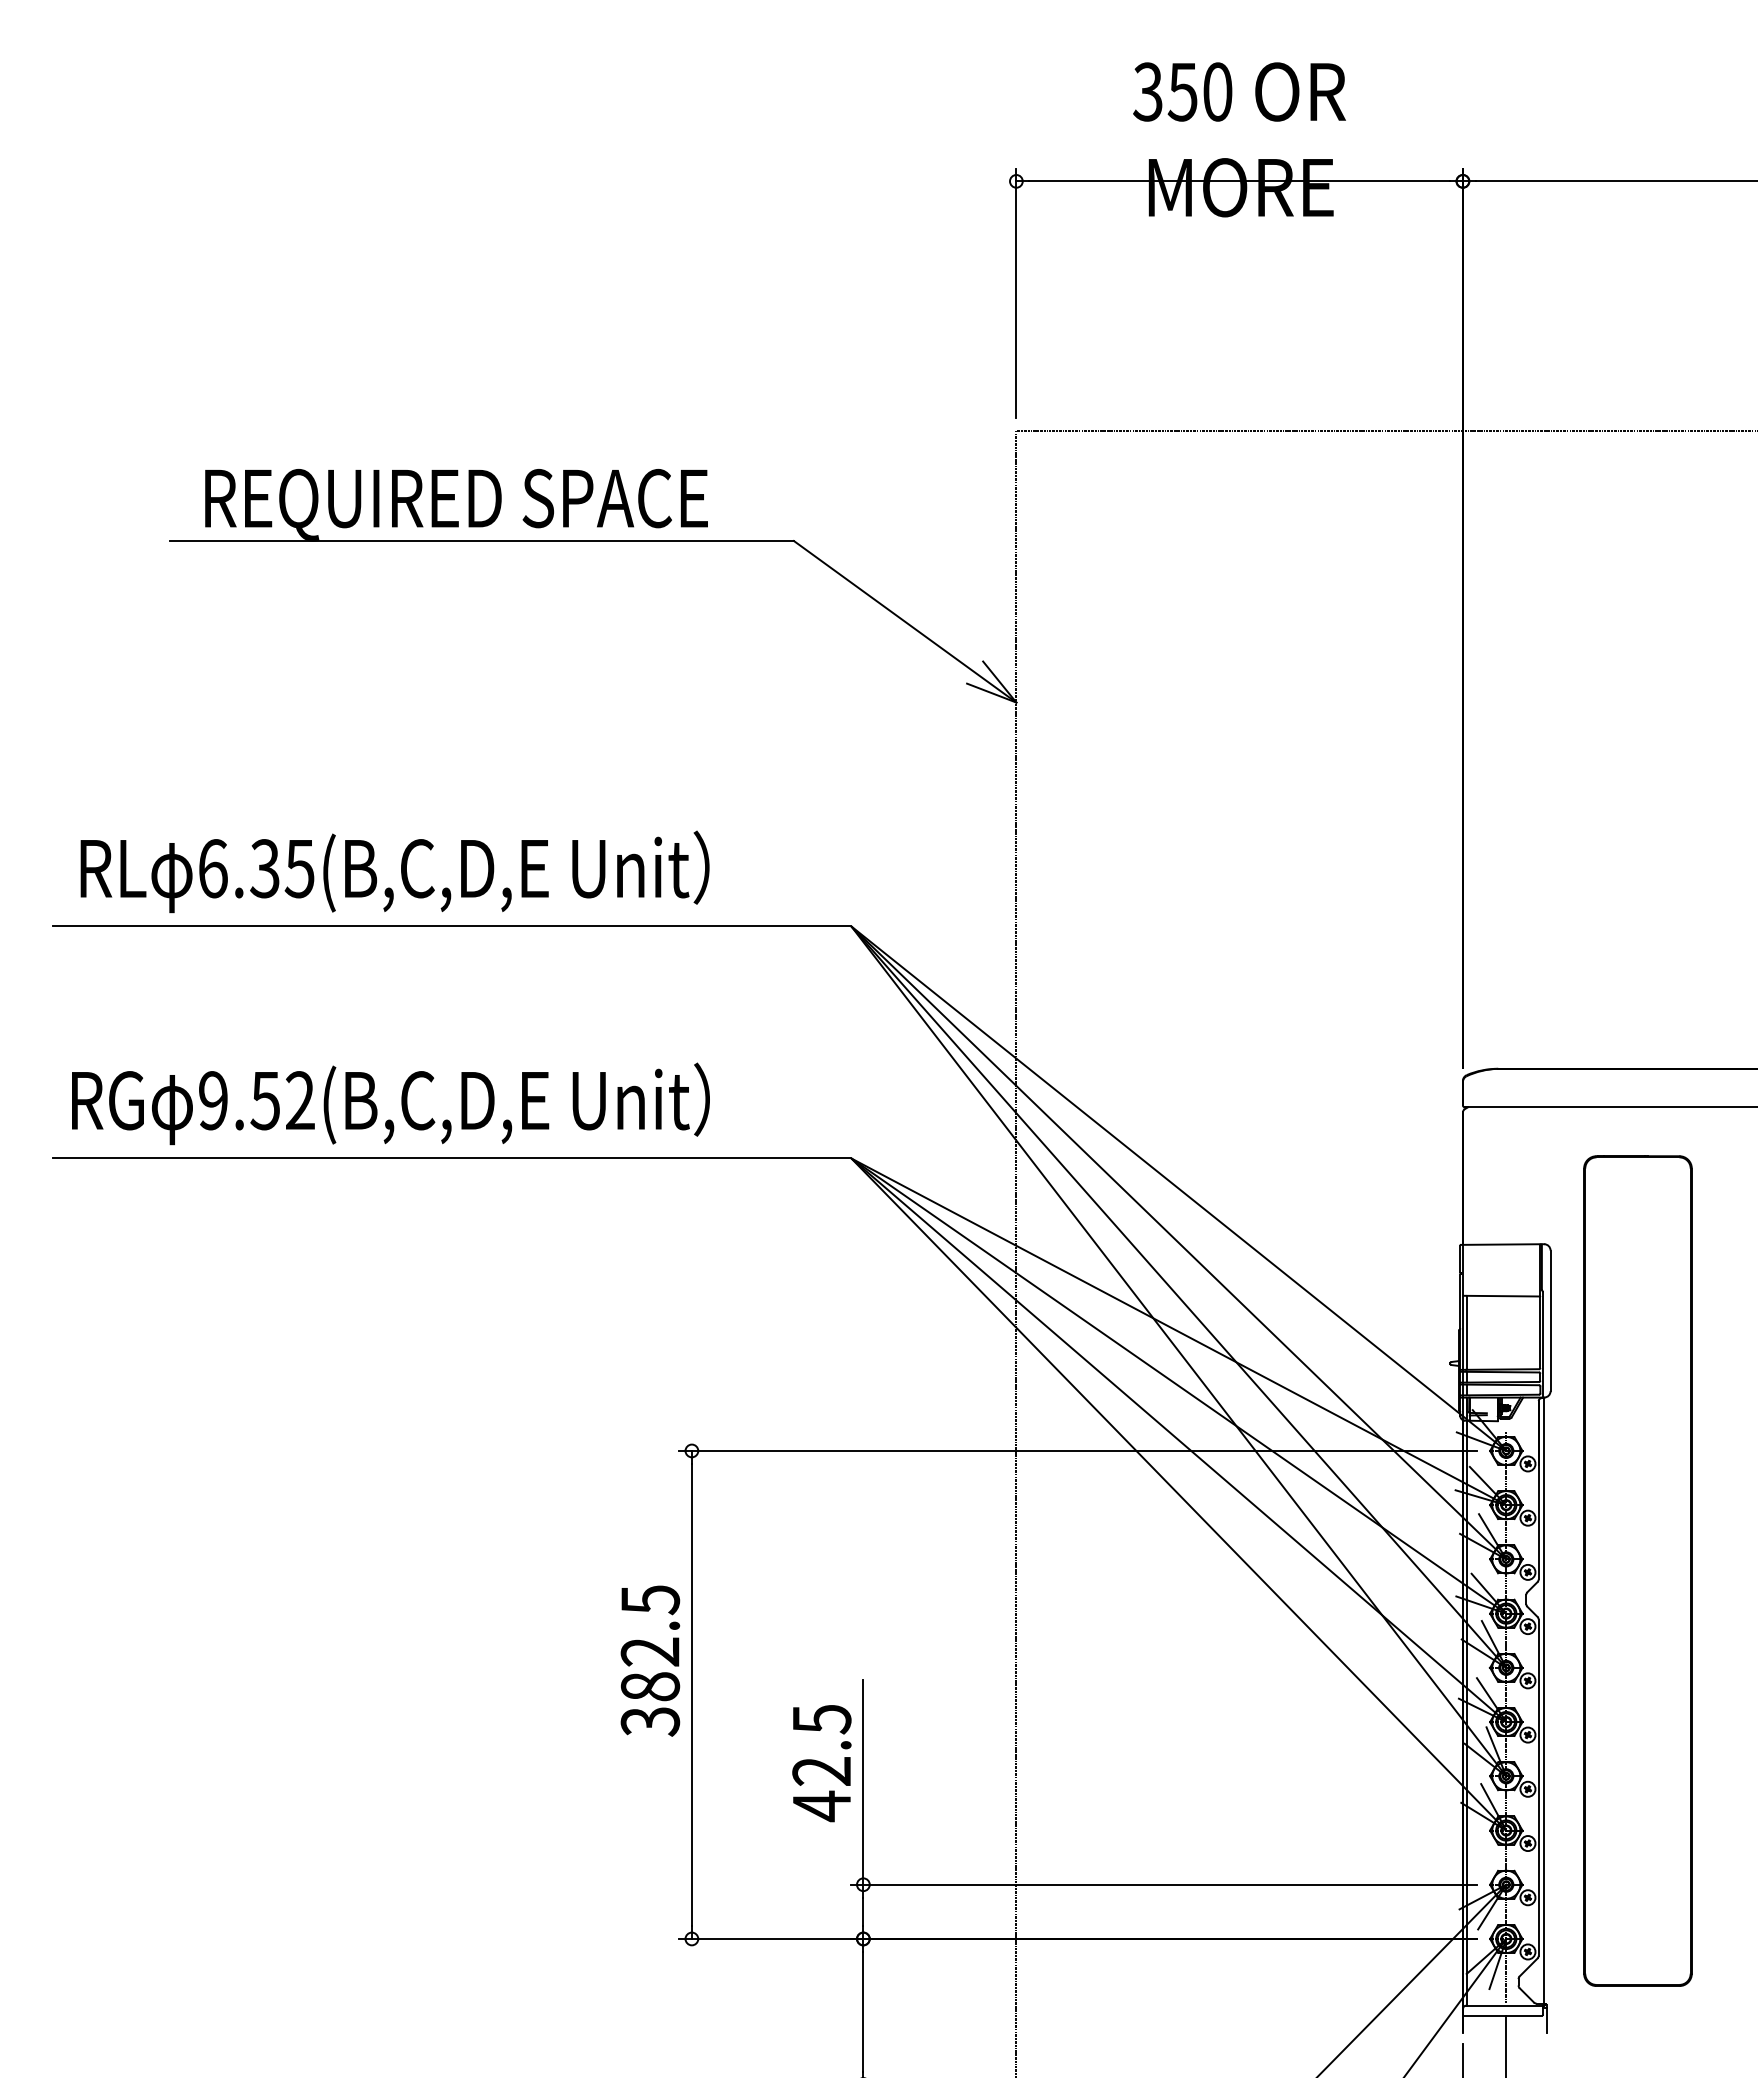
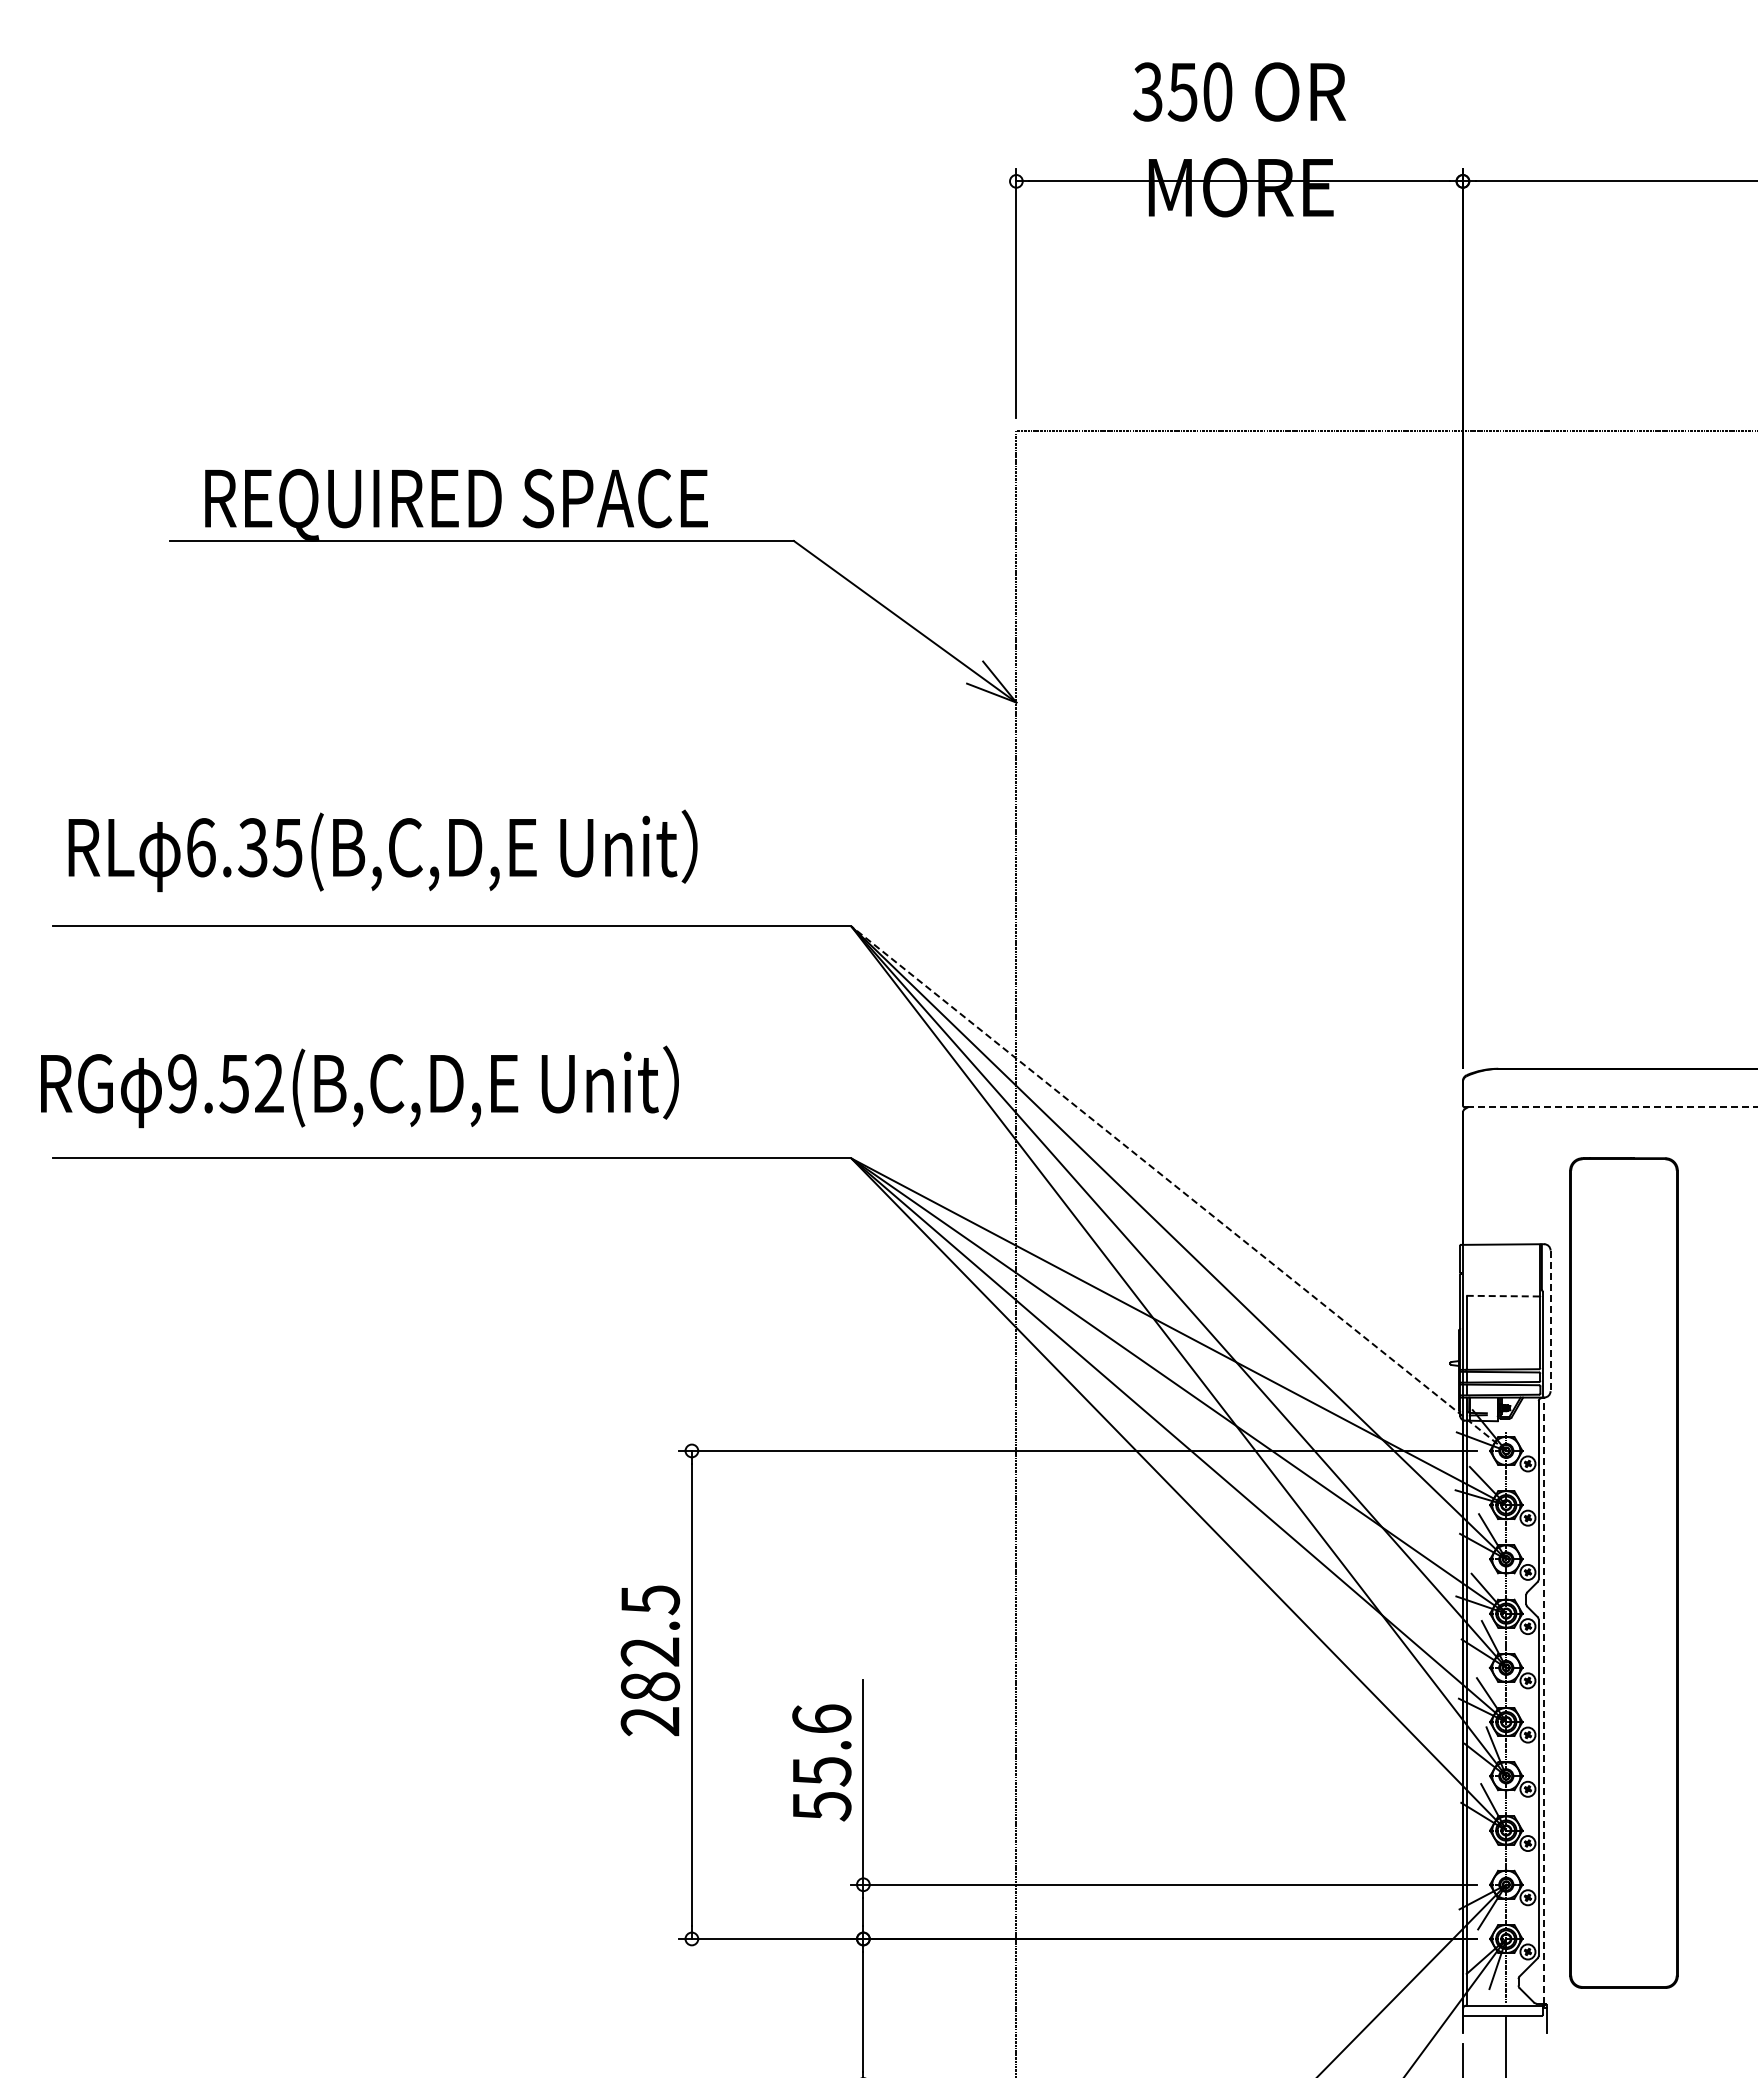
text at (394, 871) position: (394, 871) -> (382, 850)
text at (390, 1103) position: (390, 1103) -> (359, 1086)
line at (1610, 1107): solid -> dashed
line at (1178, 1188): solid -> dashed
line at (1501, 1296): solid -> dashed
line at (1550, 1321): solid -> dashed
part at (1637, 1570) position: (1637, 1570) -> (1623, 1572)
line at (1543, 1700): solid -> dashed
text at (650, 1721): 382.5 -> 282.5
text at (821, 1763): 42.5 -> 55.6
